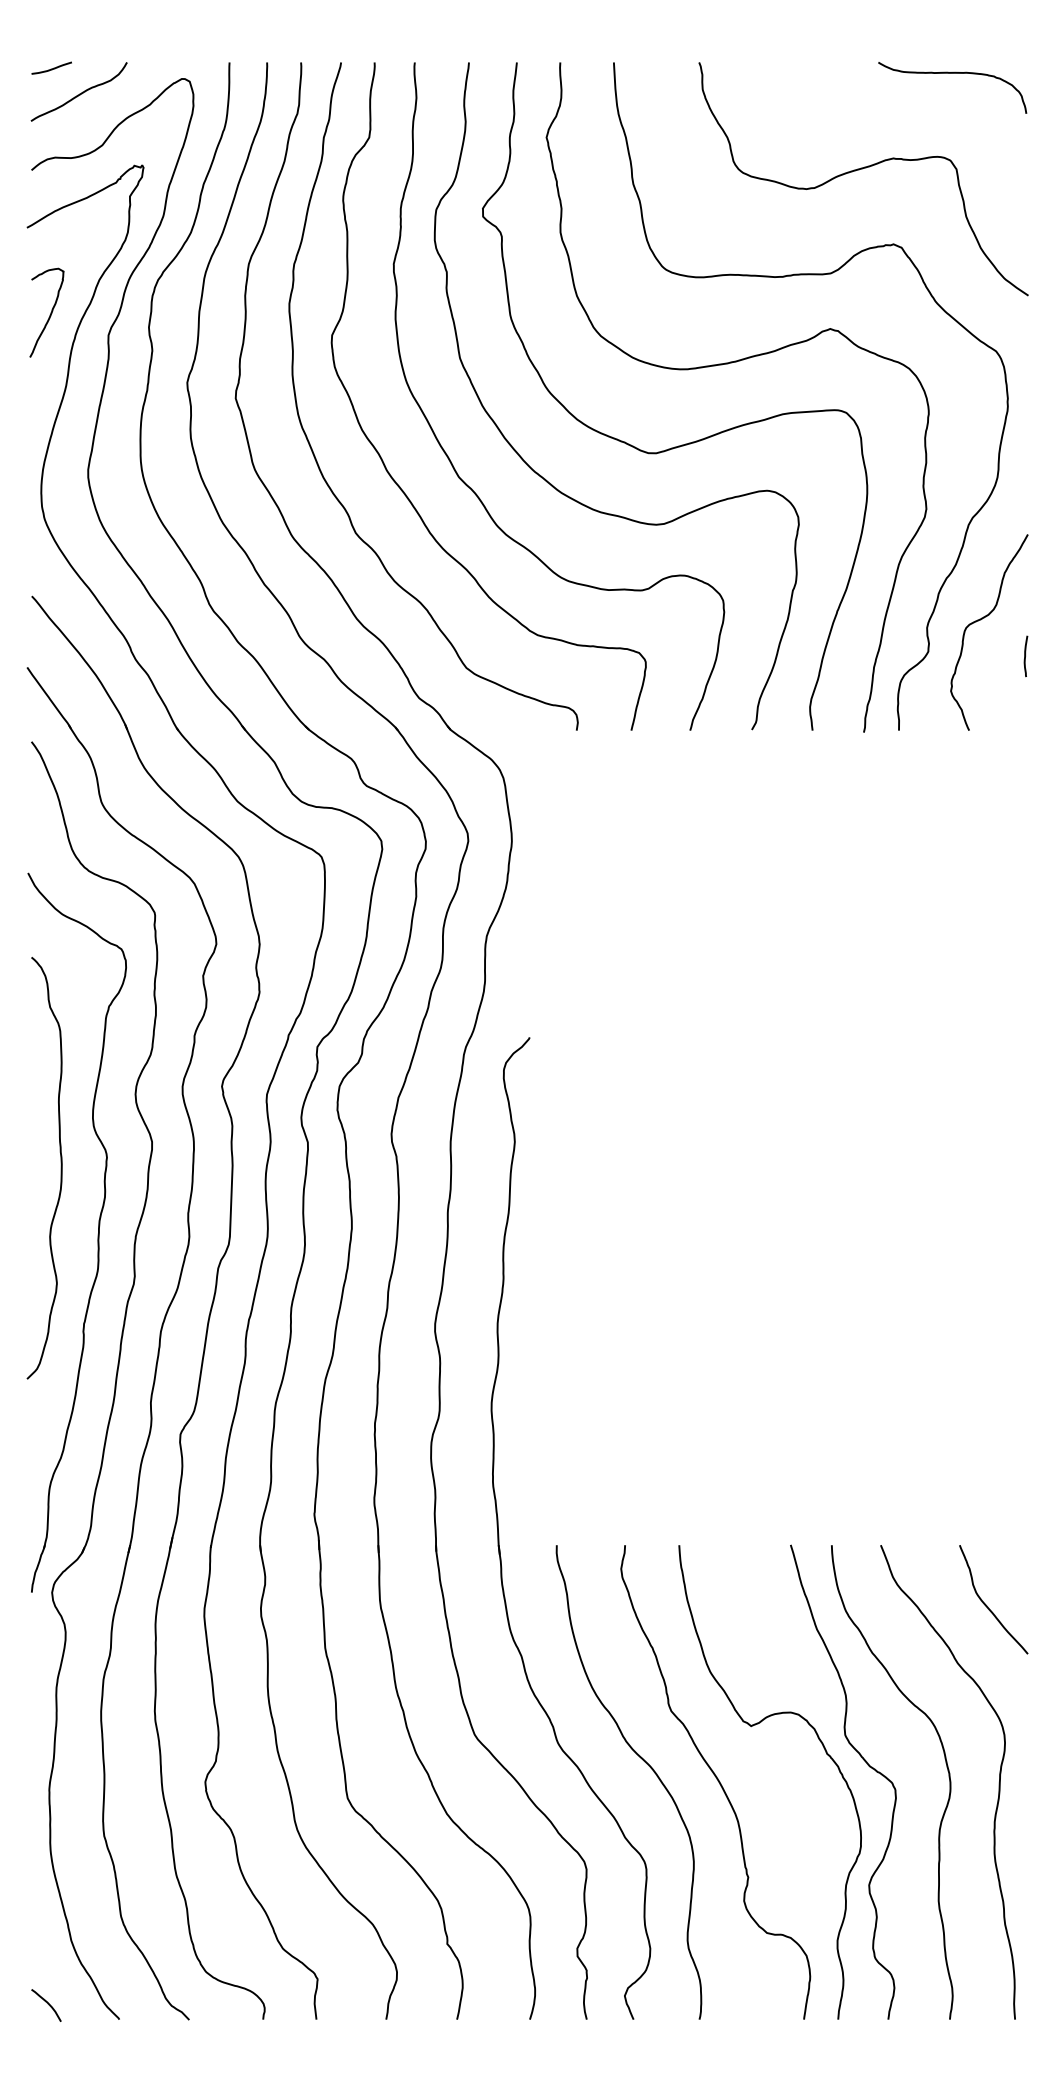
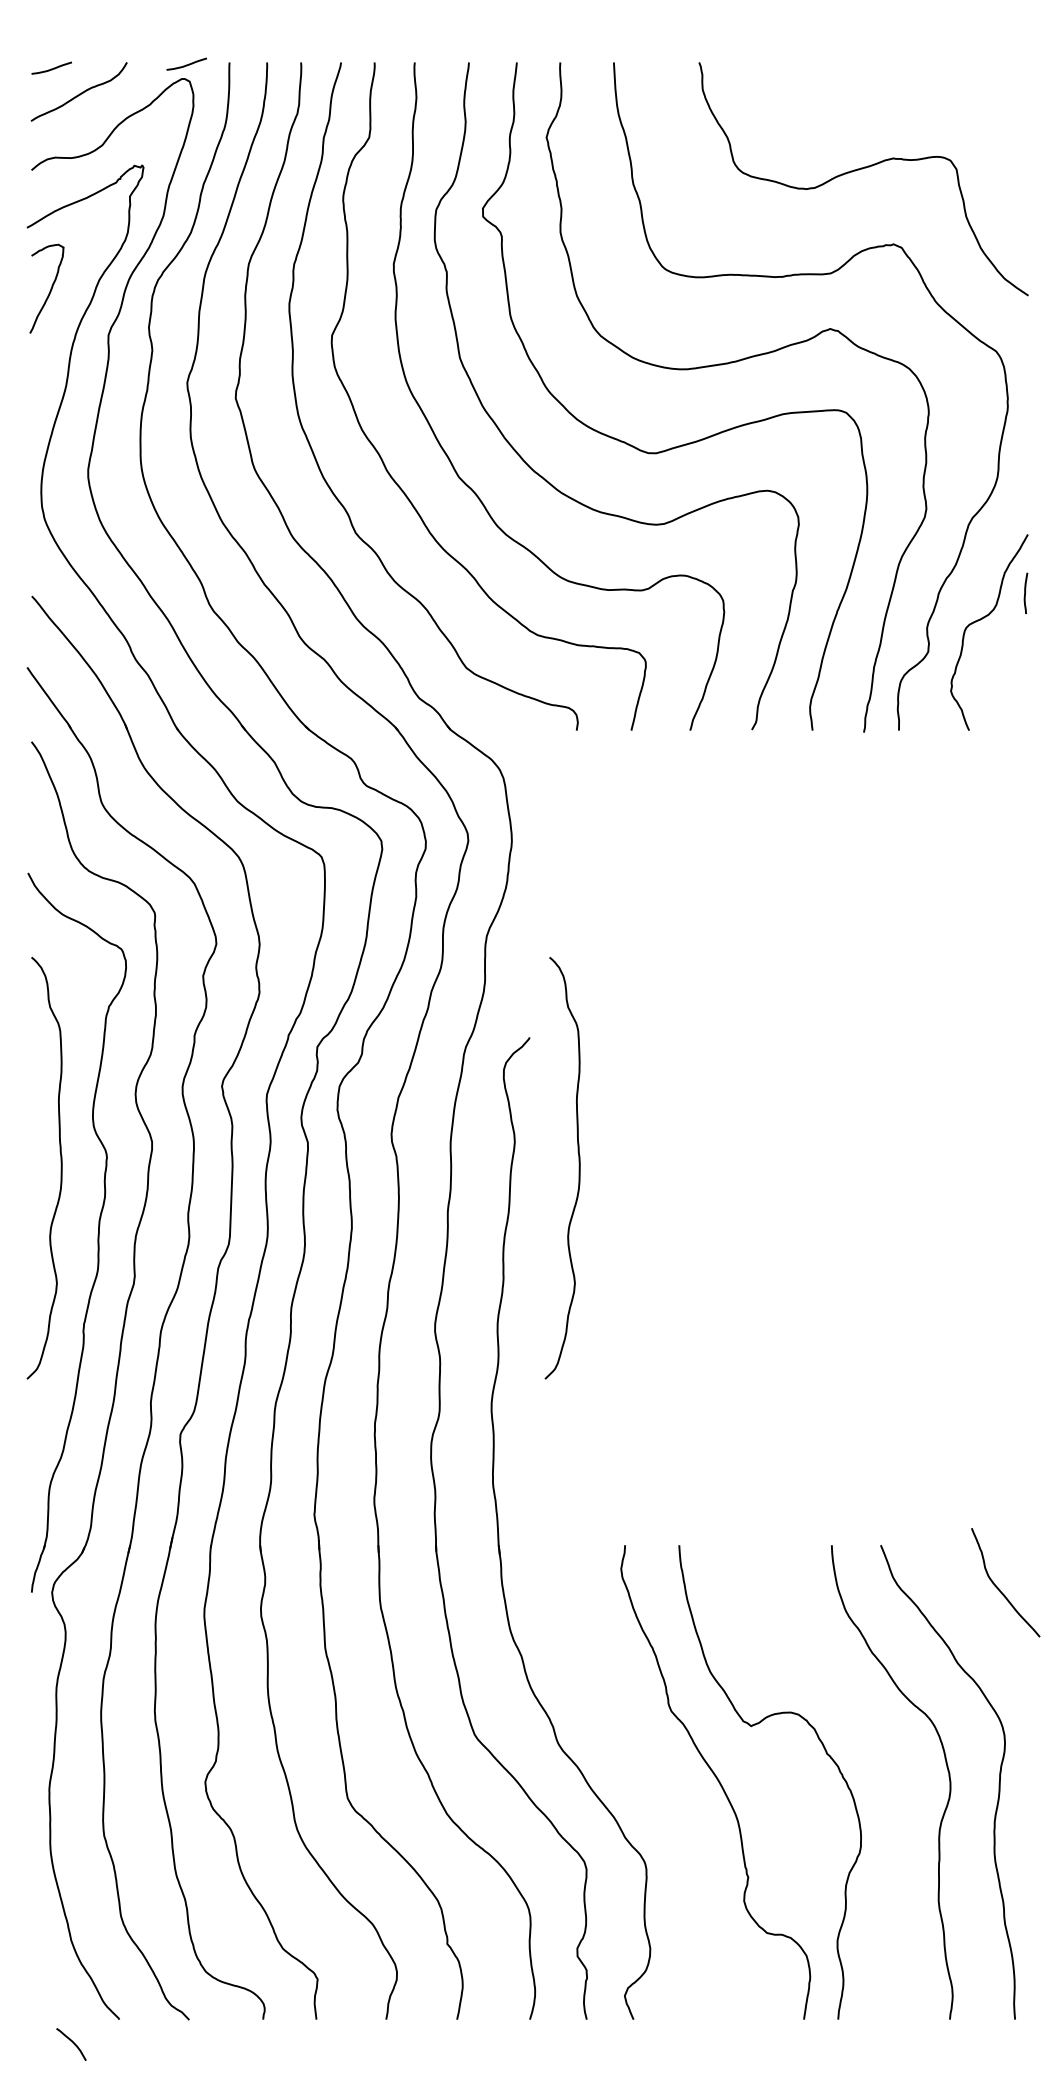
curve at (186, 64): none -> present
curve at (952, 73): present -> none
curve at (50, 312) position: (50, 312) -> (50, 288)
curve at (1025, 656) position: (1025, 656) -> (1025, 593)
curve at (578, 1168): none -> present
curve at (987, 1605) position: (987, 1605) -> (999, 1588)
curve at (646, 1764): present -> none
curve at (867, 1765): present -> none
curve at (47, 2004) position: (47, 2004) -> (72, 2043)
